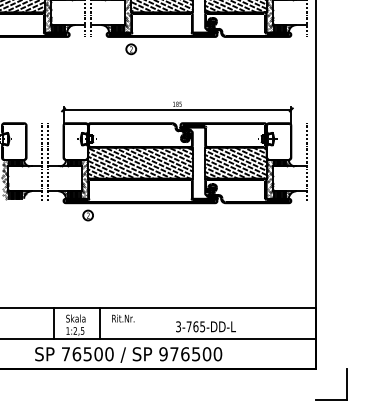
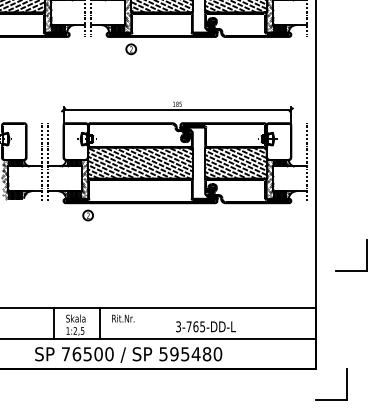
part at (366, 255): none -> present
text at (185, 354): 976500 -> 595480
